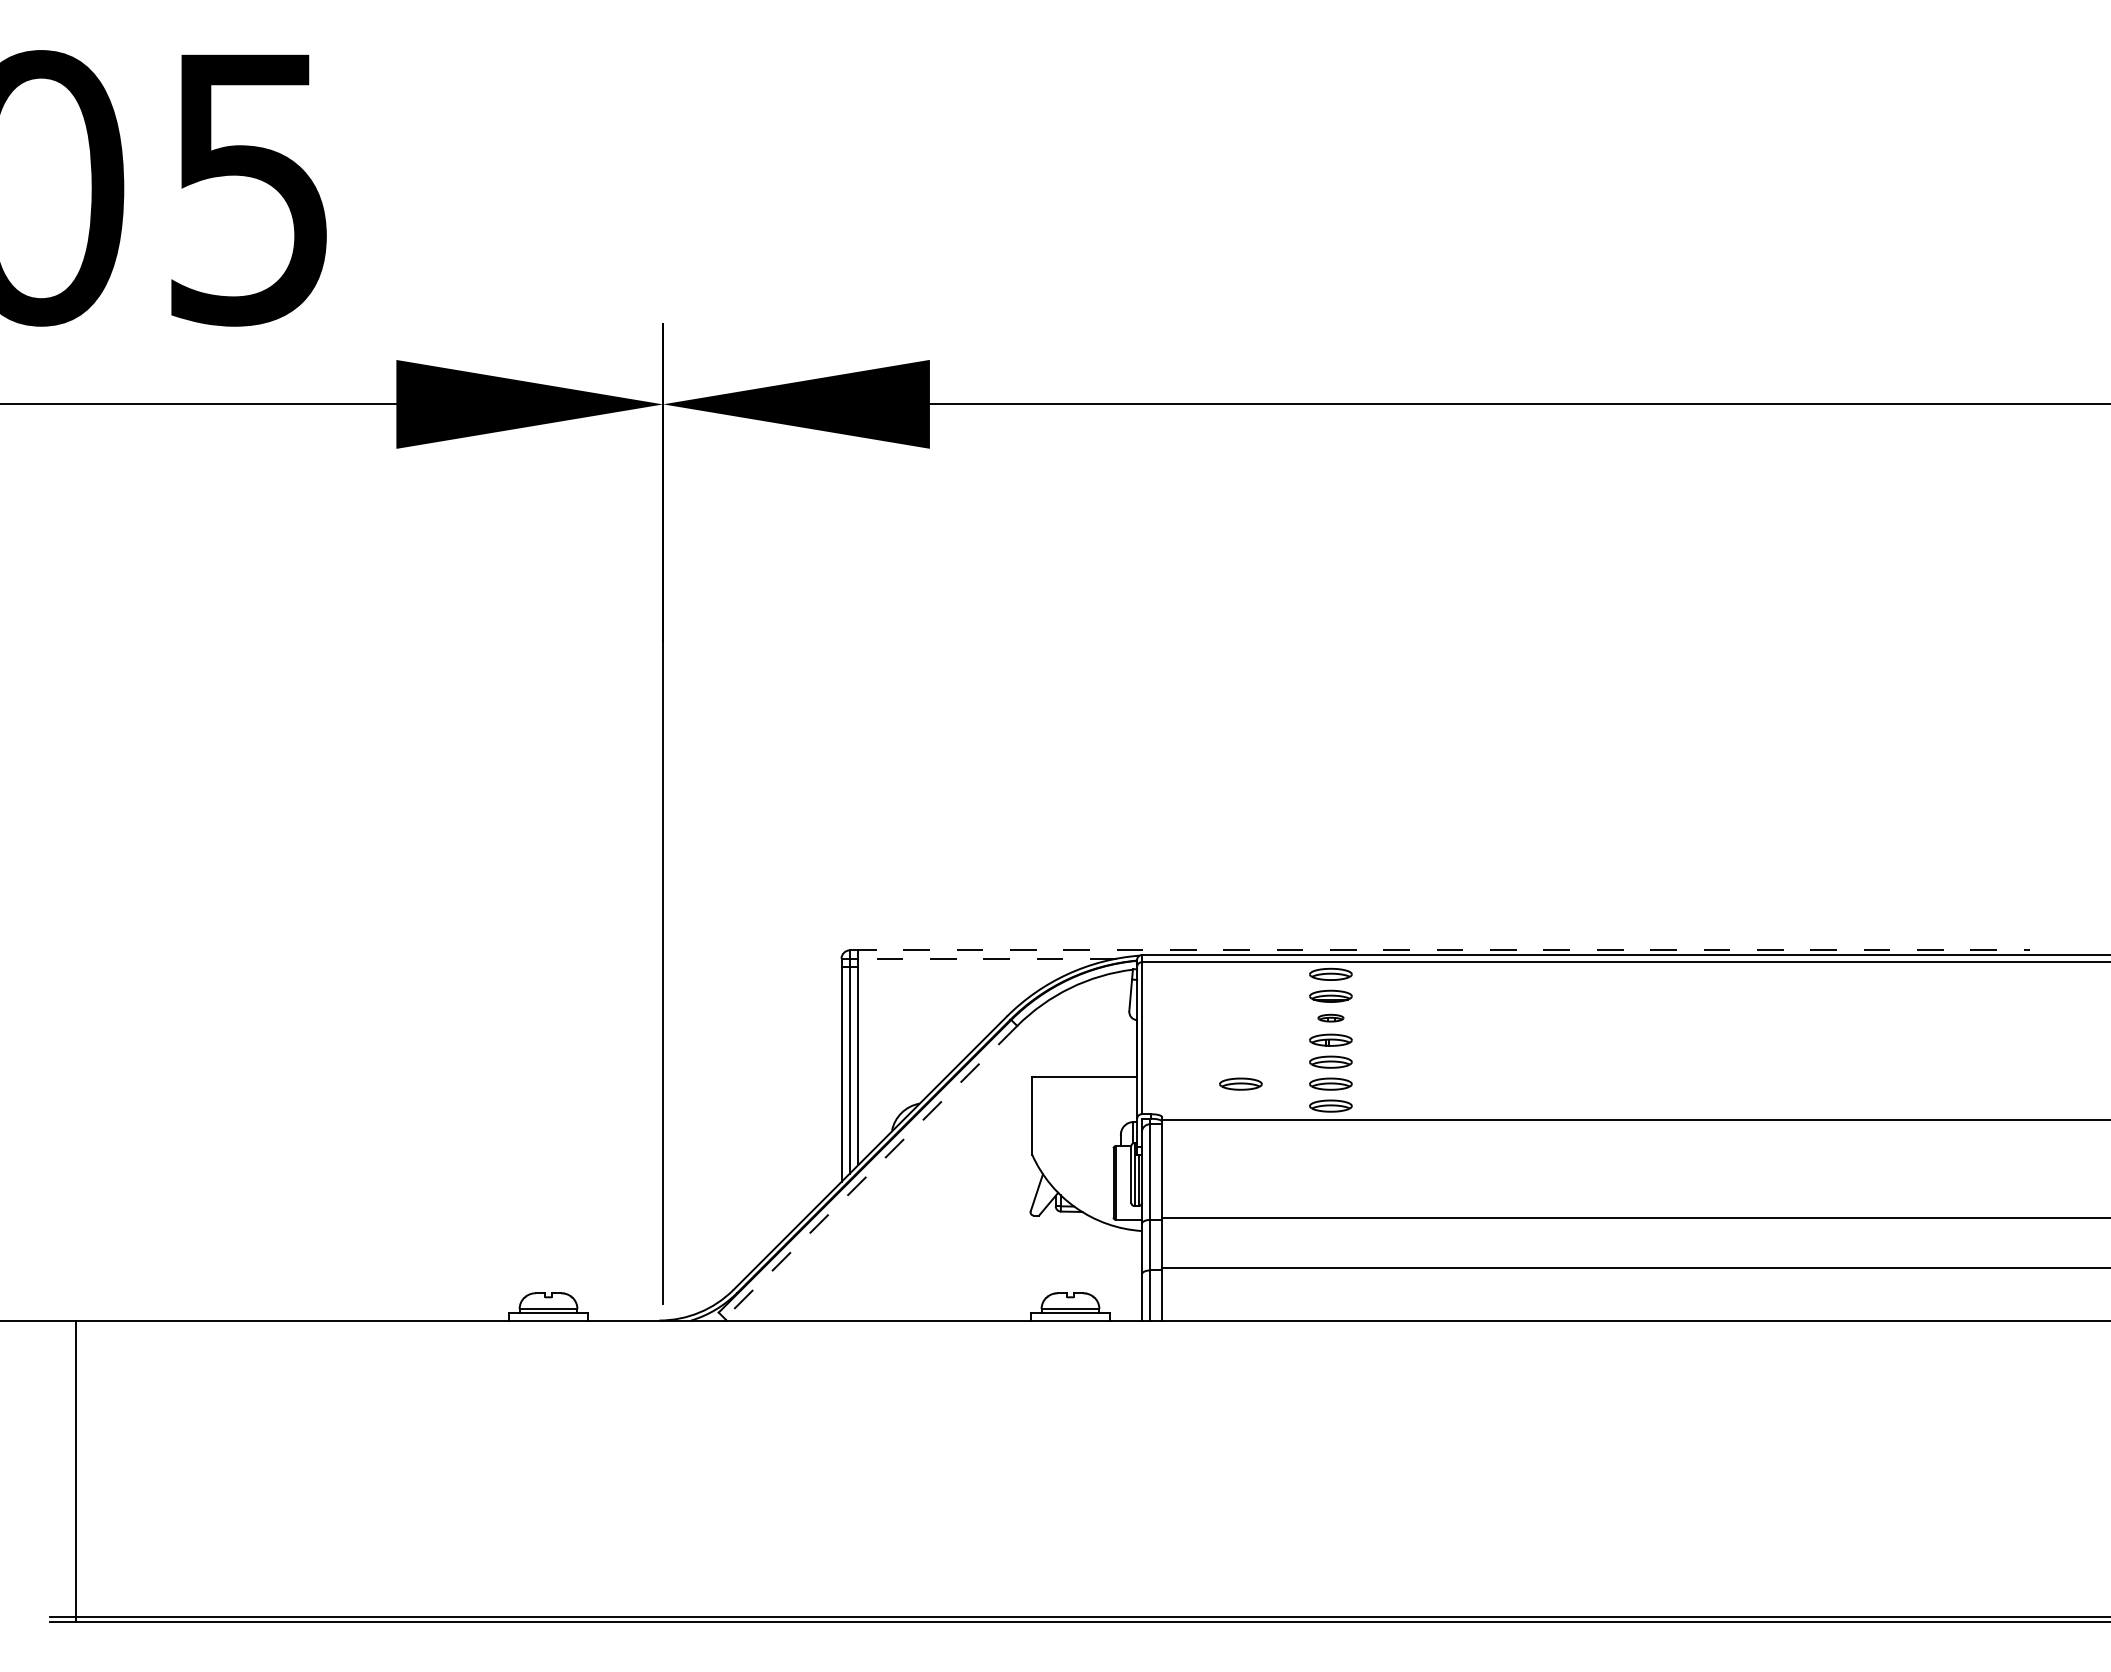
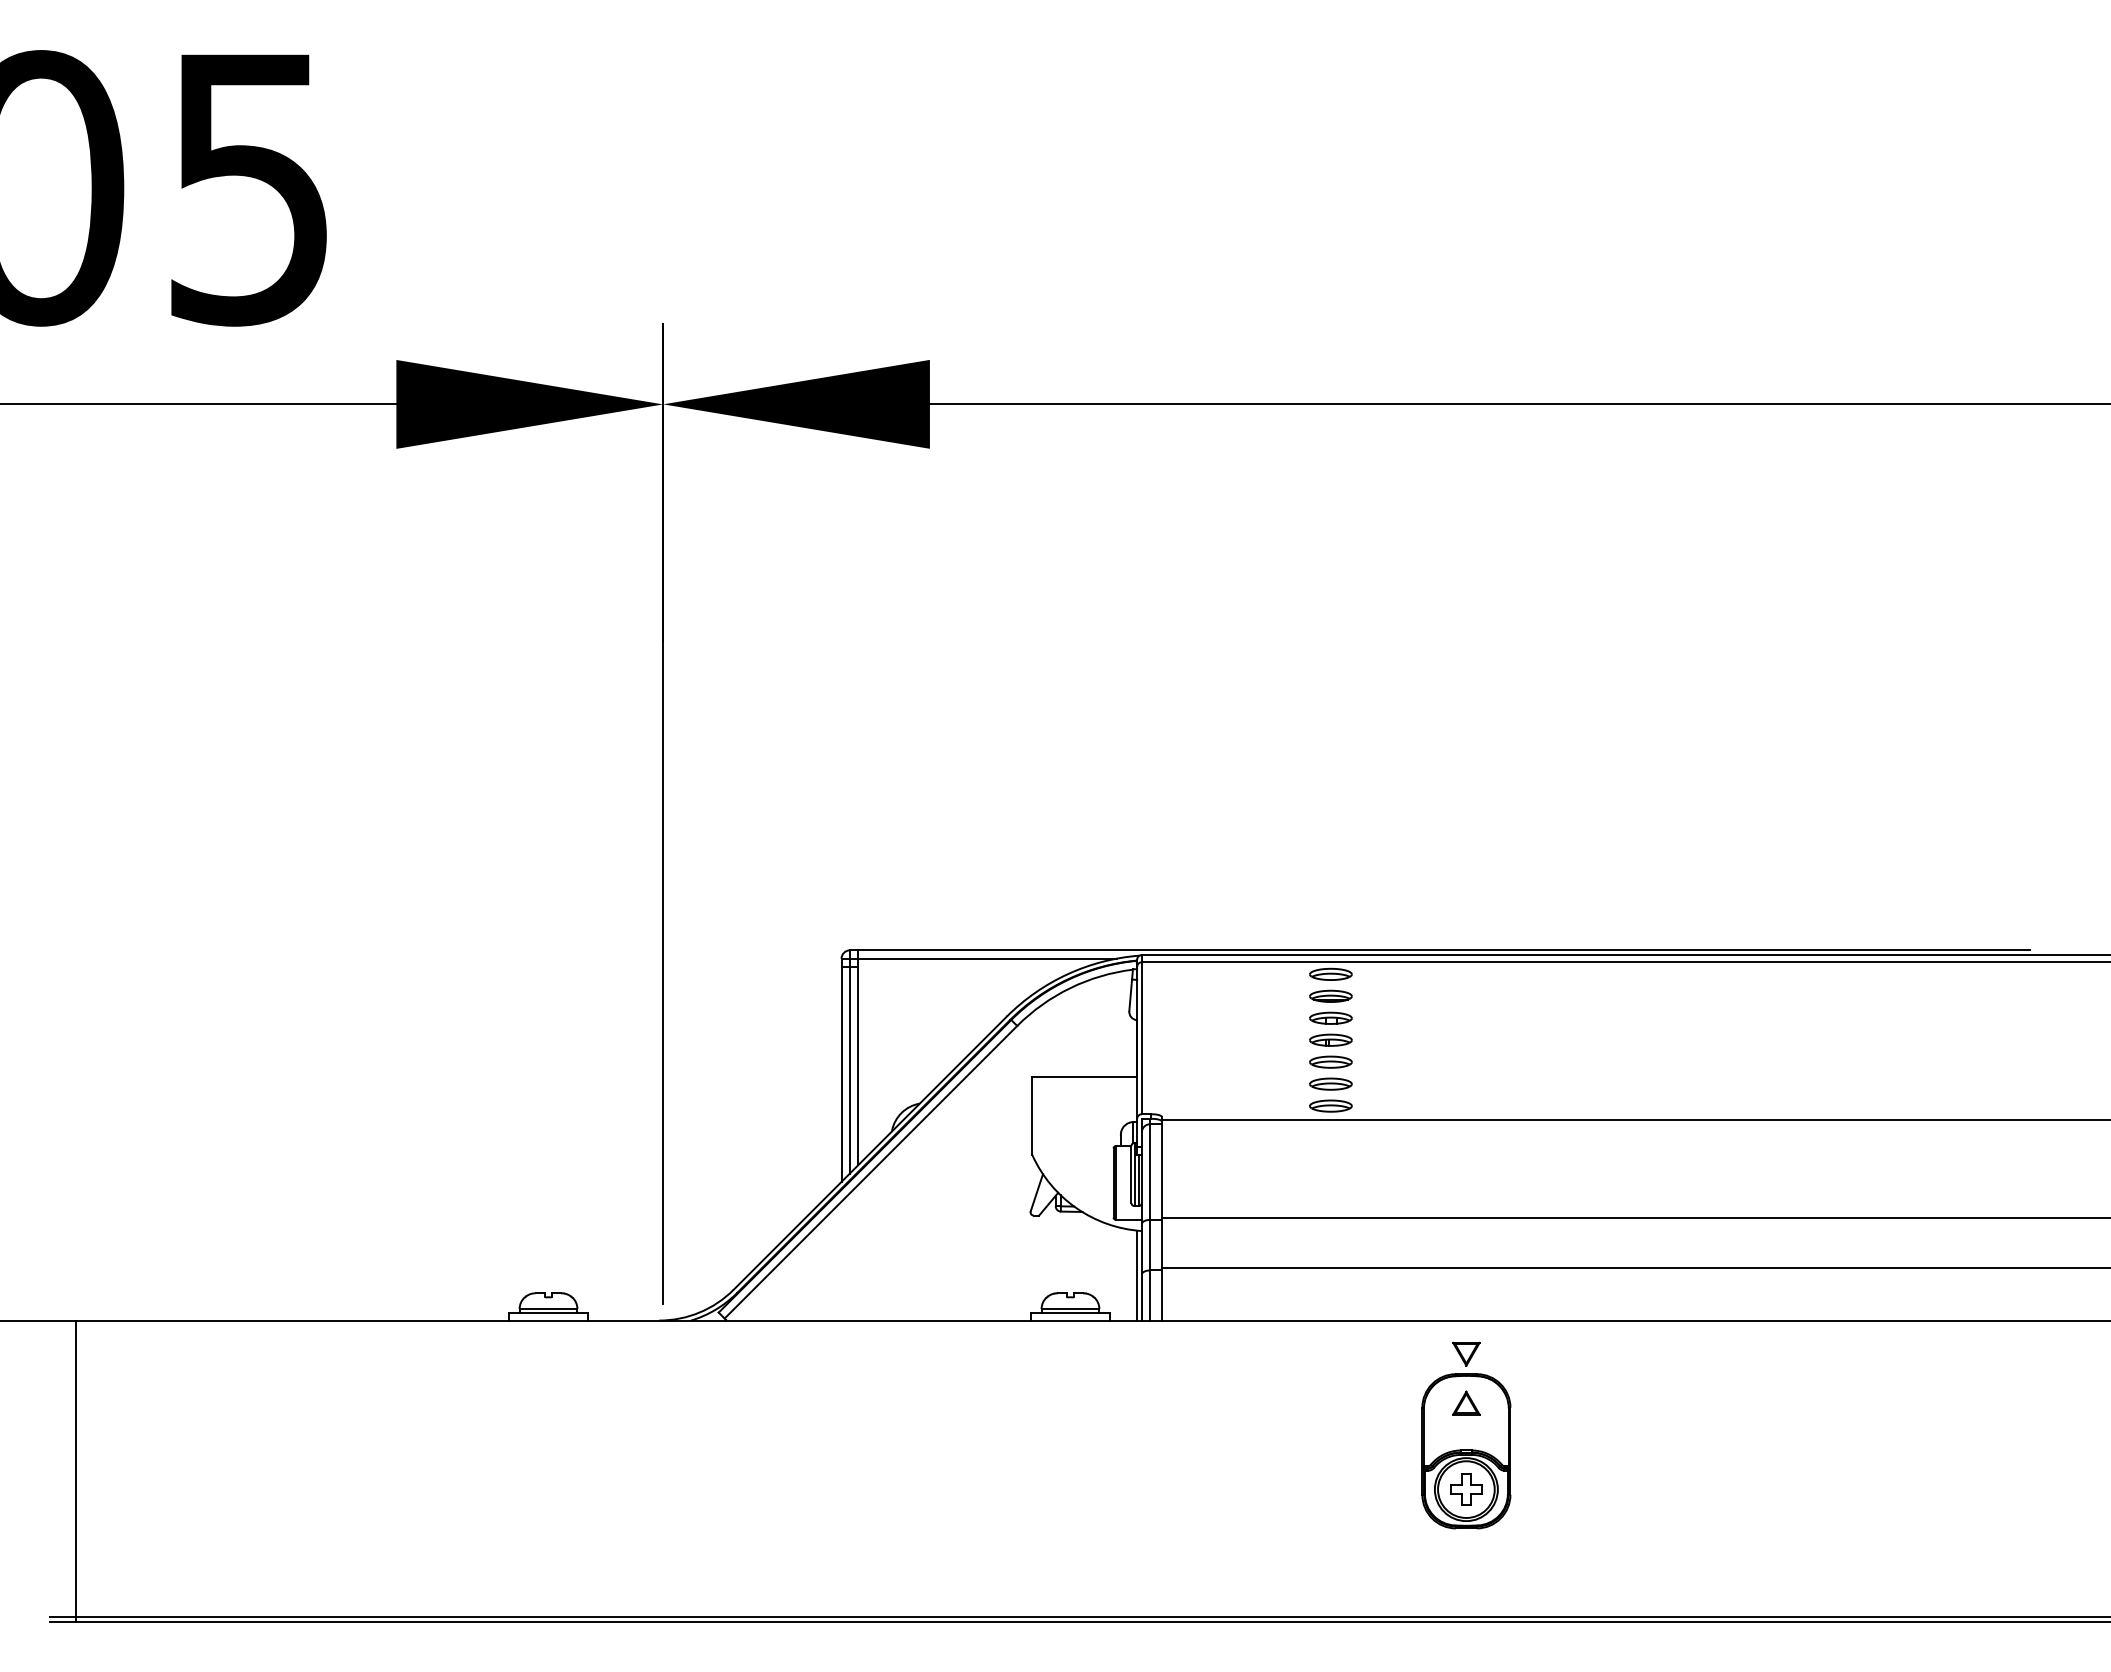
line at (1440, 950): dashed -> solid
line at (986, 958): dashed -> solid
part at (1330, 1017) size: 28x10 px -> 44x14 px
part at (1240, 1083): present -> none
line at (870, 1172): dashed -> solid
line at (1136, 1275): none -> present
part at (1466, 1435): none -> present
